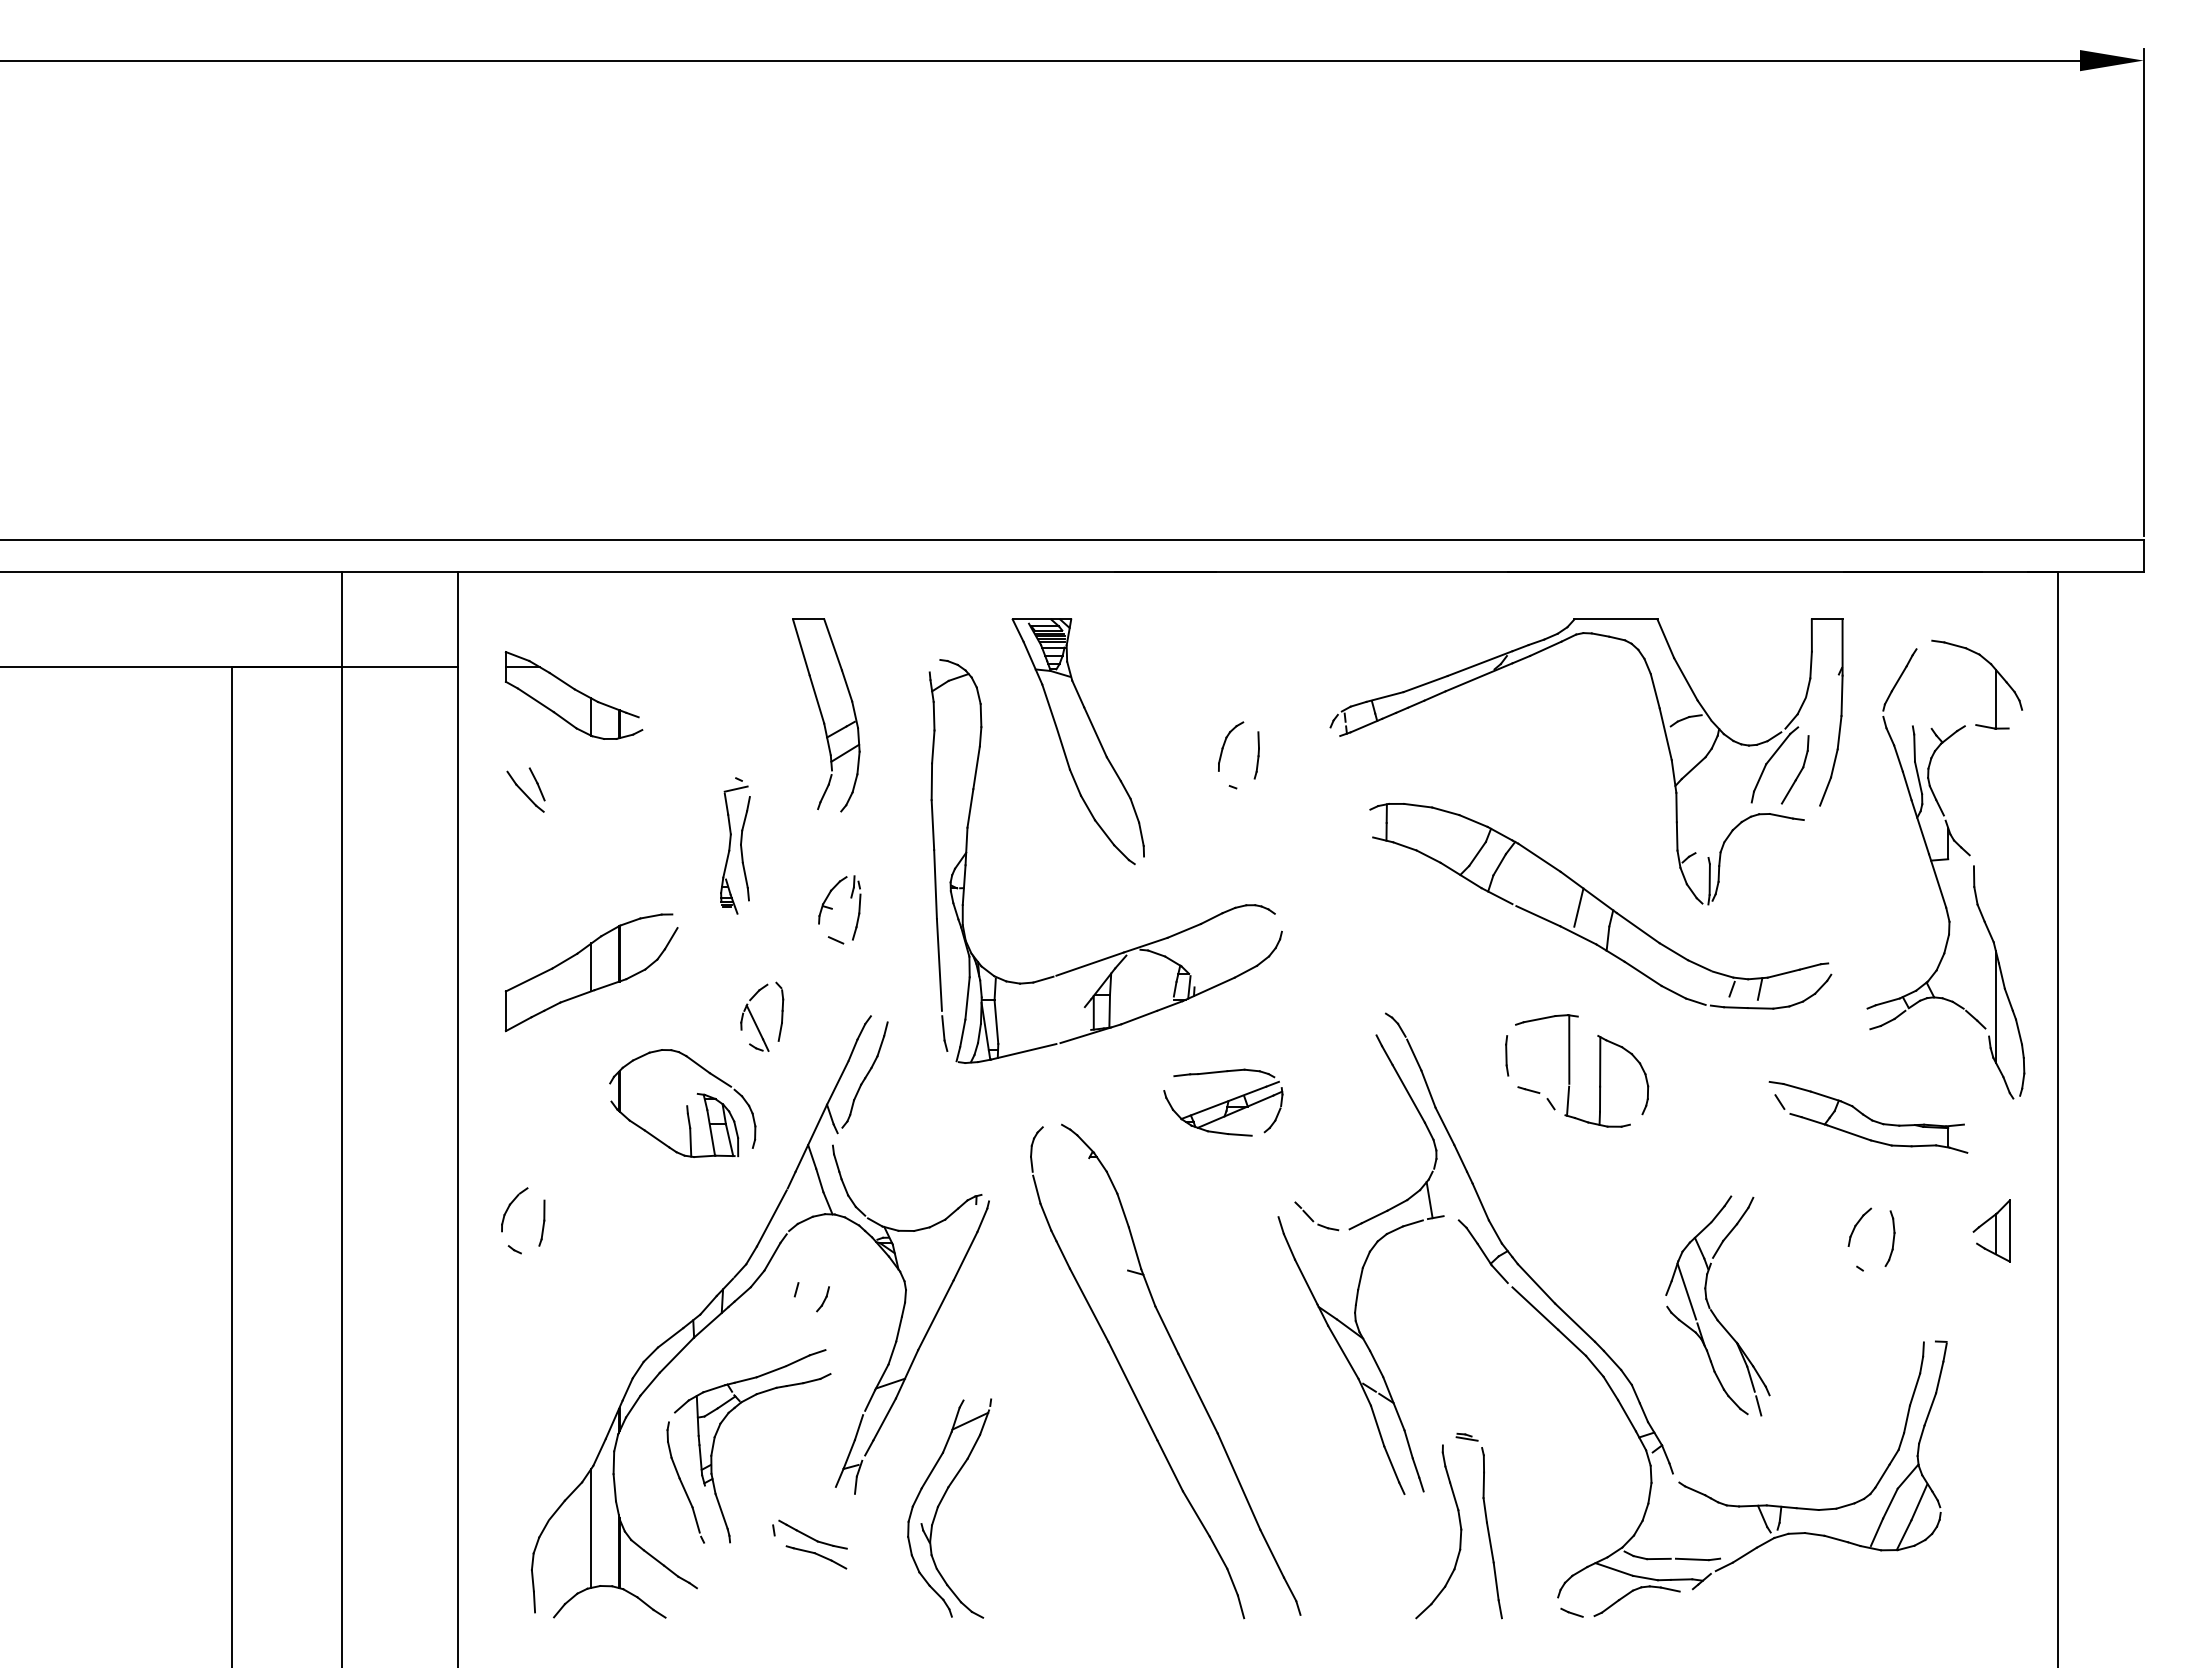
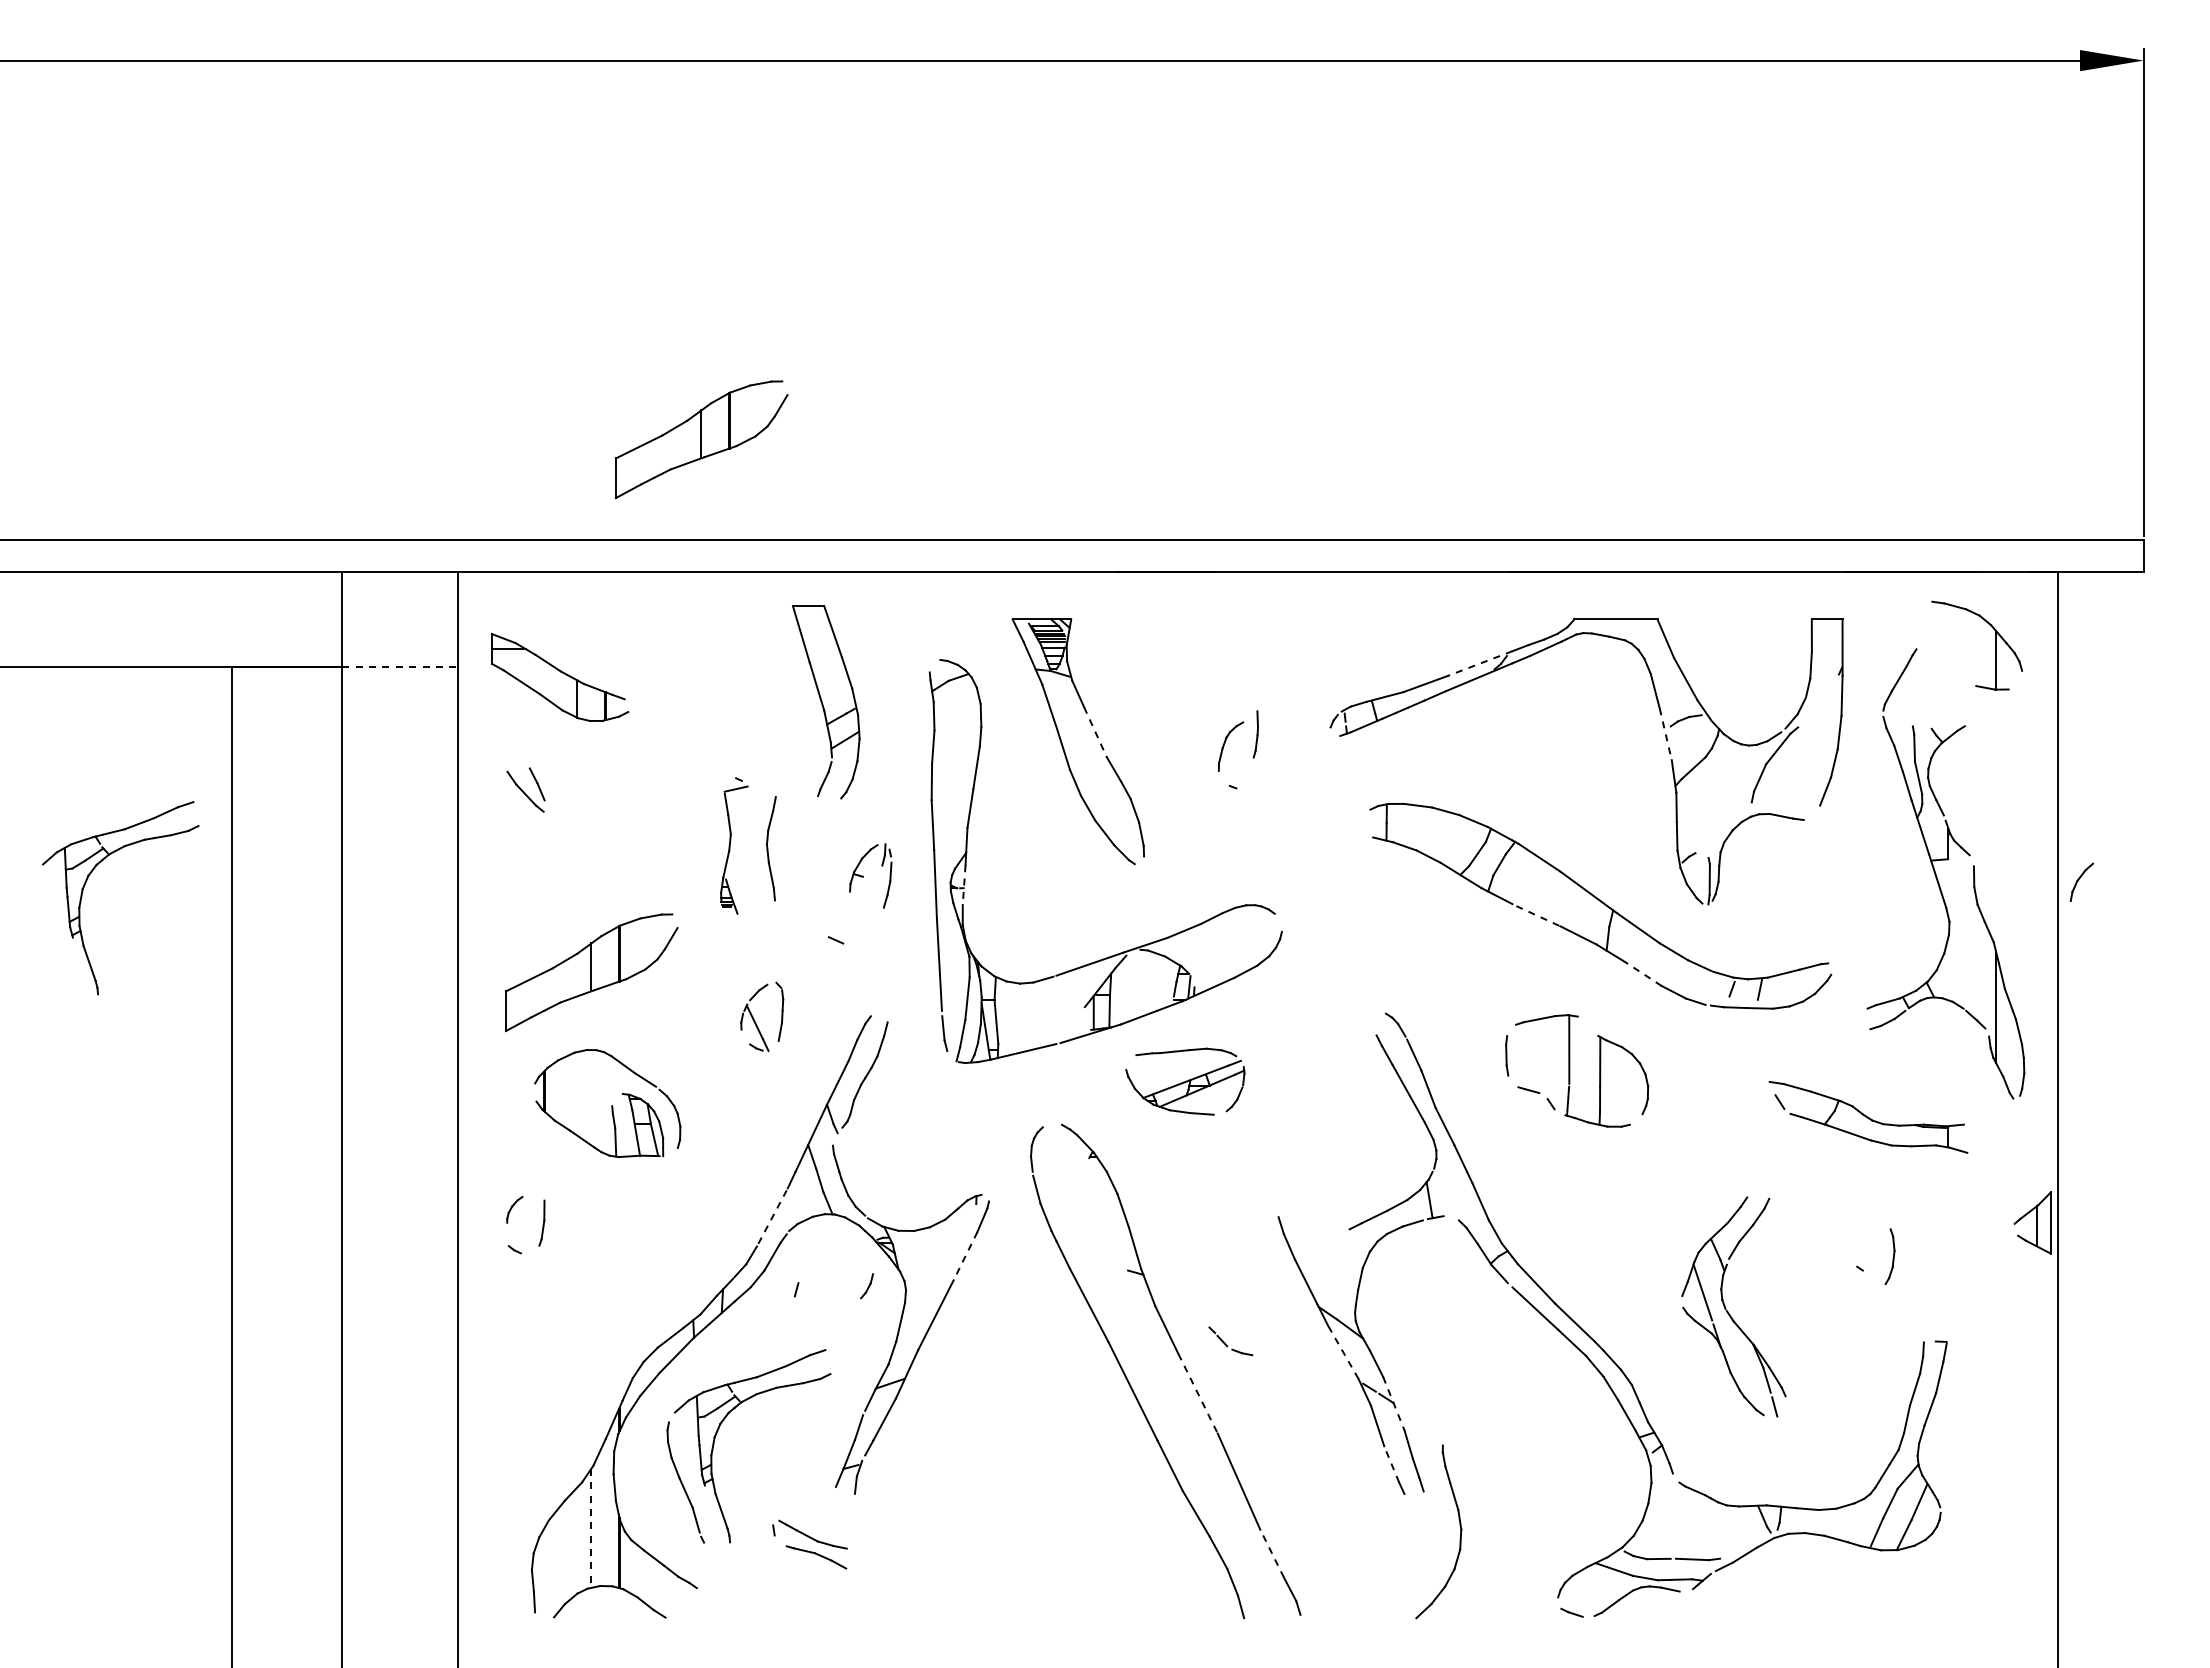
part at (701, 439): none -> present
line at (1480, 663): solid -> dashed
line at (400, 667): solid -> dashed
part at (1995, 684) position: (1995, 684) -> (1995, 645)
part at (573, 695) position: (573, 695) -> (559, 677)
part at (826, 715) position: (826, 715) -> (826, 702)
line at (1095, 732): solid -> dashed
line at (1665, 734): solid -> dashed
part at (1256, 755) position: (1256, 755) -> (1255, 734)
part at (1794, 769): present -> none
part at (745, 848) position: (745, 848) -> (771, 848)
part at (86, 883): none -> present
line at (964, 885): solid -> dashed
line at (1578, 907): present -> none
part at (832, 908) position: (832, 908) -> (863, 876)
line at (1538, 916): solid -> dashed
line at (1642, 973): solid -> dashed
part at (1223, 1102) position: (1223, 1102) -> (1185, 1081)
part at (682, 1103) position: (682, 1103) -> (607, 1103)
part at (514, 1209) size: 28x46 px -> 18x29 px
part at (1316, 1216) position: (1316, 1216) -> (1230, 1341)
line at (771, 1218): solid -> dashed
part at (1859, 1226) position: (1859, 1226) -> (2081, 881)
part at (1991, 1230) position: (1991, 1230) -> (2032, 1222)
part at (1889, 1238) position: (1889, 1238) -> (1889, 1256)
line at (965, 1256): solid -> dashed
part at (822, 1299) position: (822, 1299) -> (866, 1286)
part at (1712, 1310) position: (1712, 1310) -> (1728, 1311)
line at (1343, 1352): solid -> dashed
line at (1198, 1394): solid -> dashed
line at (1393, 1403): solid -> dashed
line at (1391, 1464): solid -> dashed
part at (940, 1504): present -> none
part at (1486, 1525): present -> none
line at (591, 1528): solid -> dashed
line at (1272, 1553): solid -> dashed
